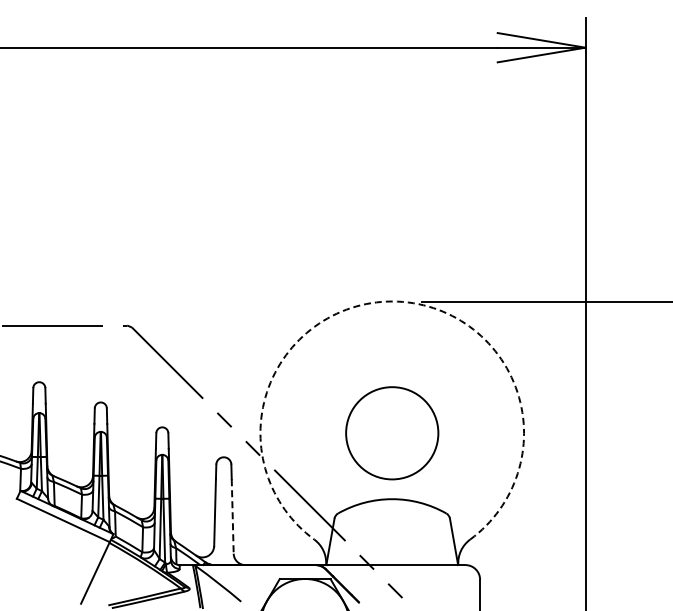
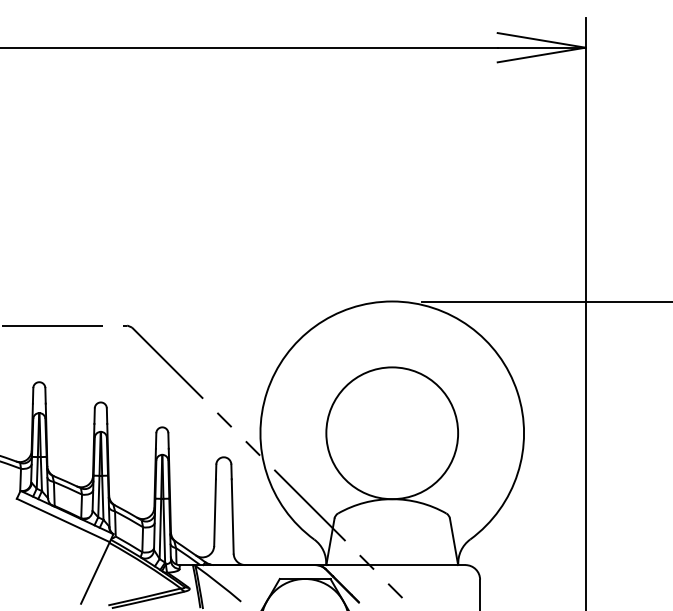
arc at (392, 301): dashed -> solid
circle at (392, 433) diameter: 92 px -> 132 px
line at (232, 516): dashed -> solid
